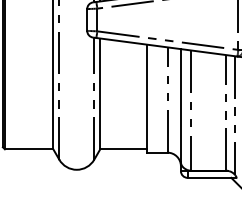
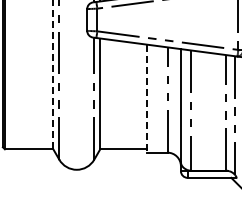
line at (53, 74): solid -> dashed
line at (147, 98): solid -> dashed
